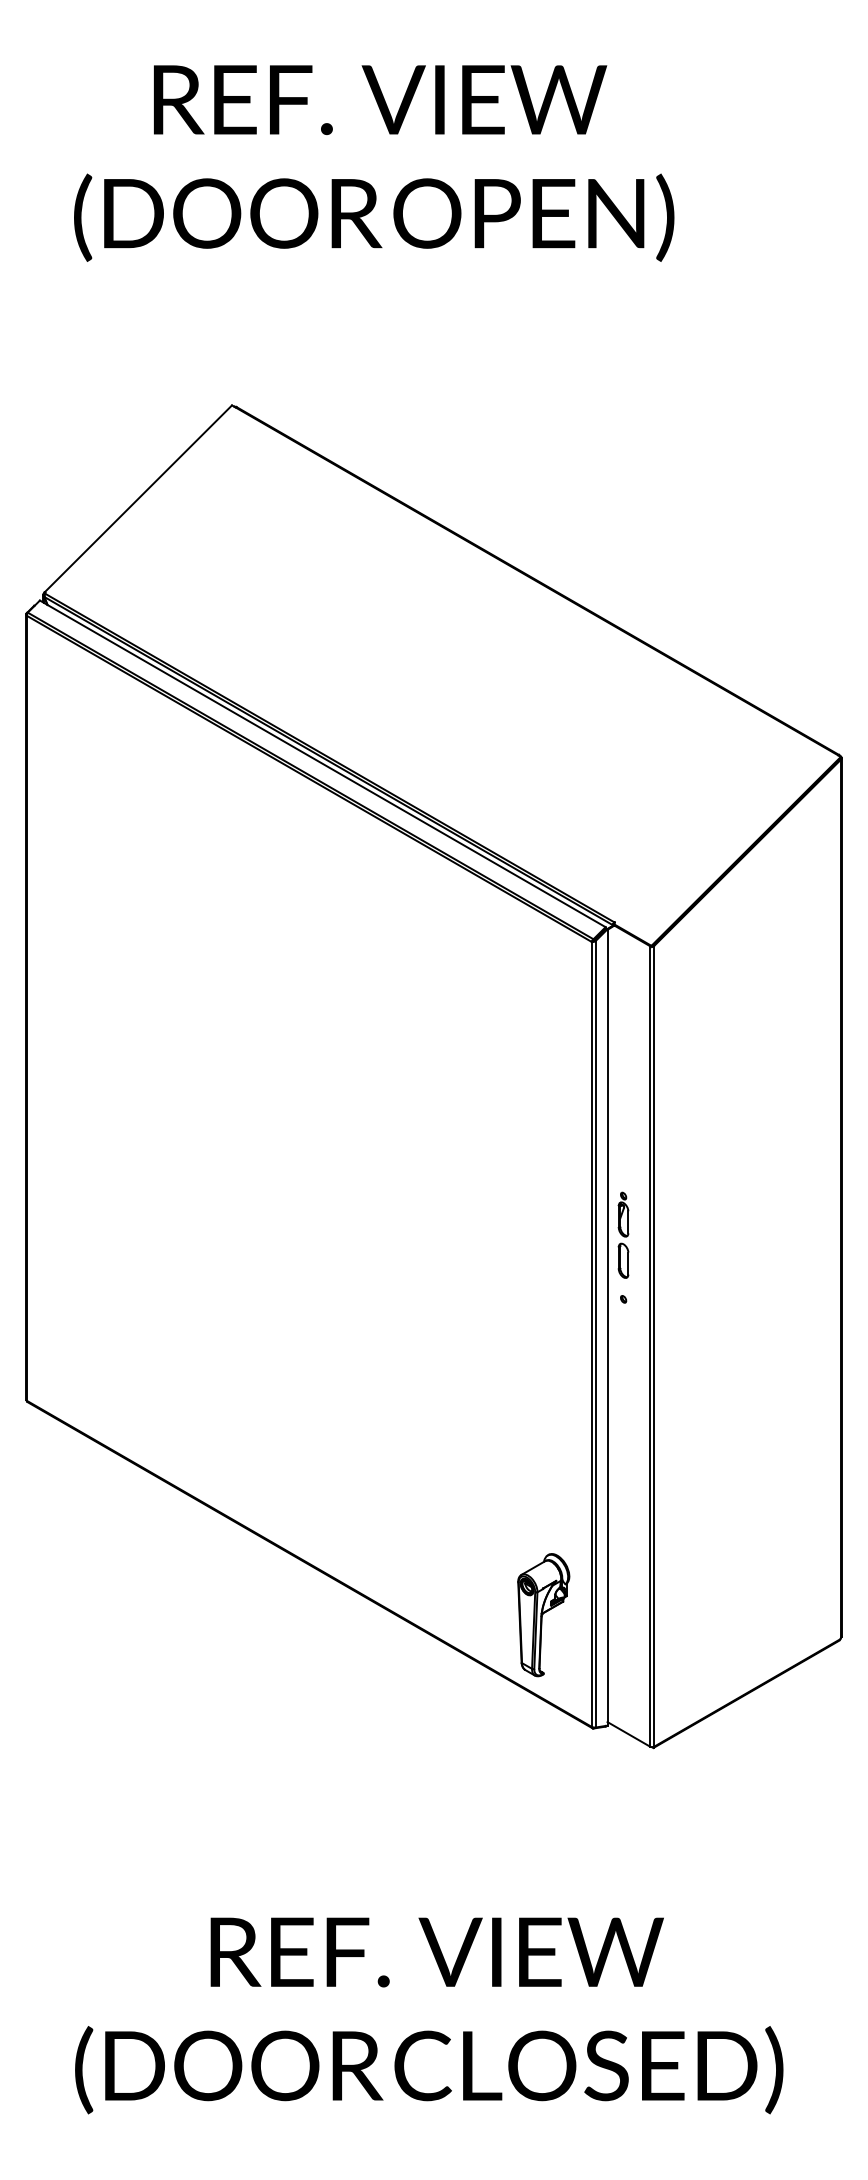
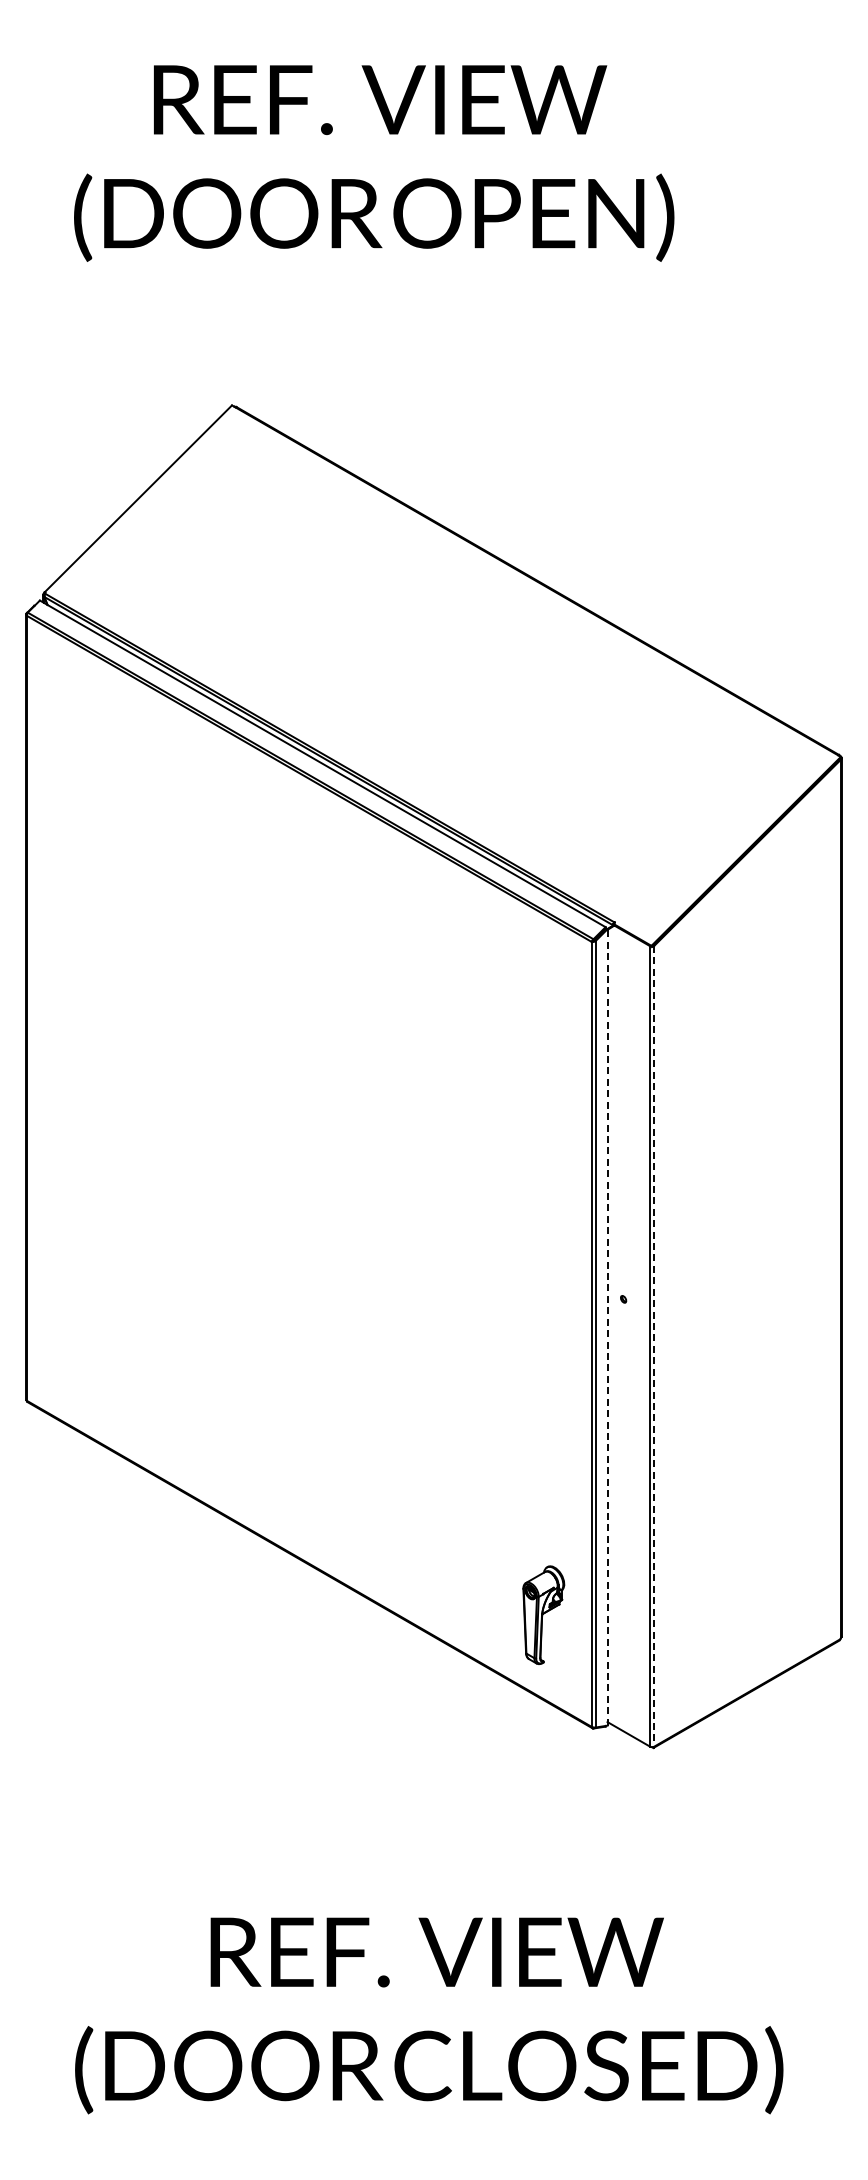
part at (623, 1234): present -> none
line at (607, 1326): solid -> dashed
line at (654, 1346): solid -> dashed
part at (543, 1615) size: 54x125 px -> 44x100 px
